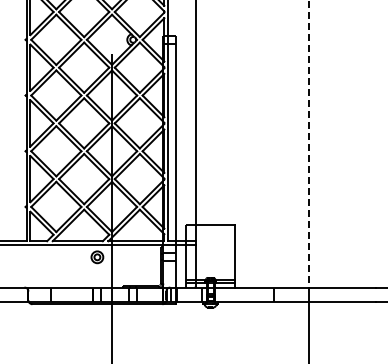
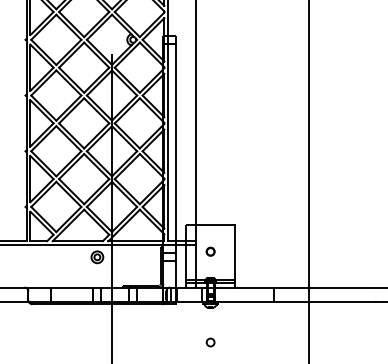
line at (309, 144): dashed -> solid
part at (210, 251): none -> present
circle at (210, 342): none -> present
